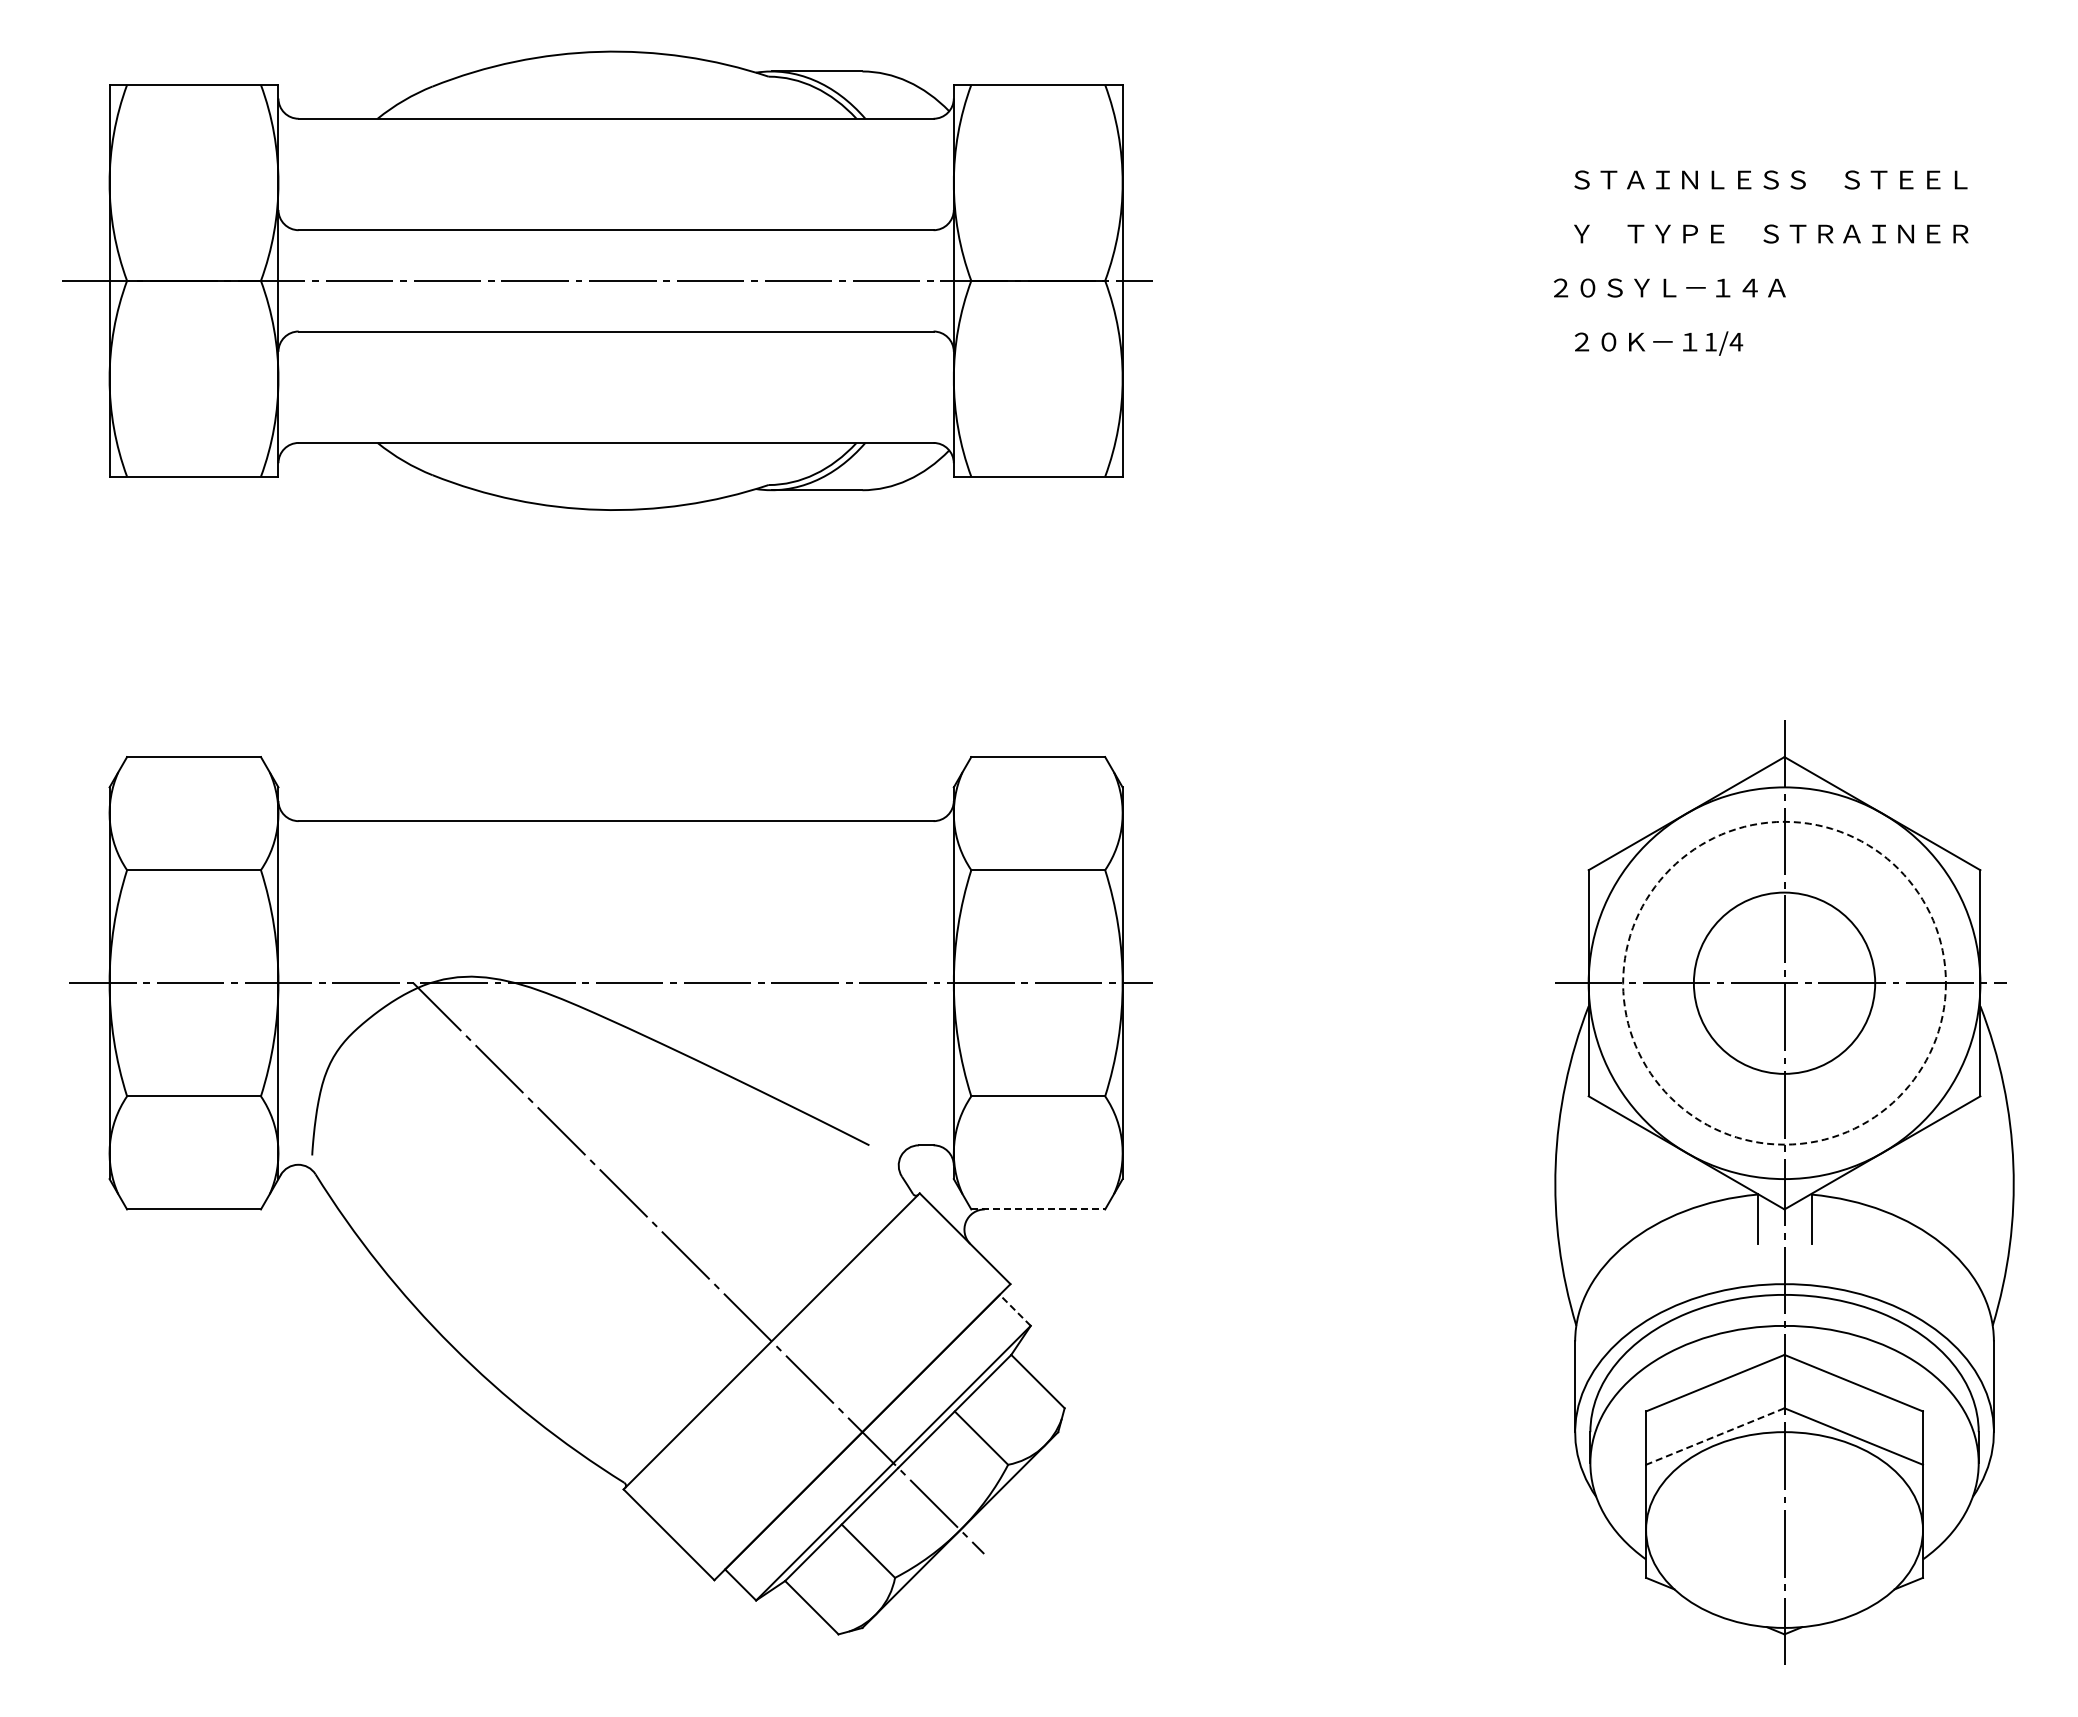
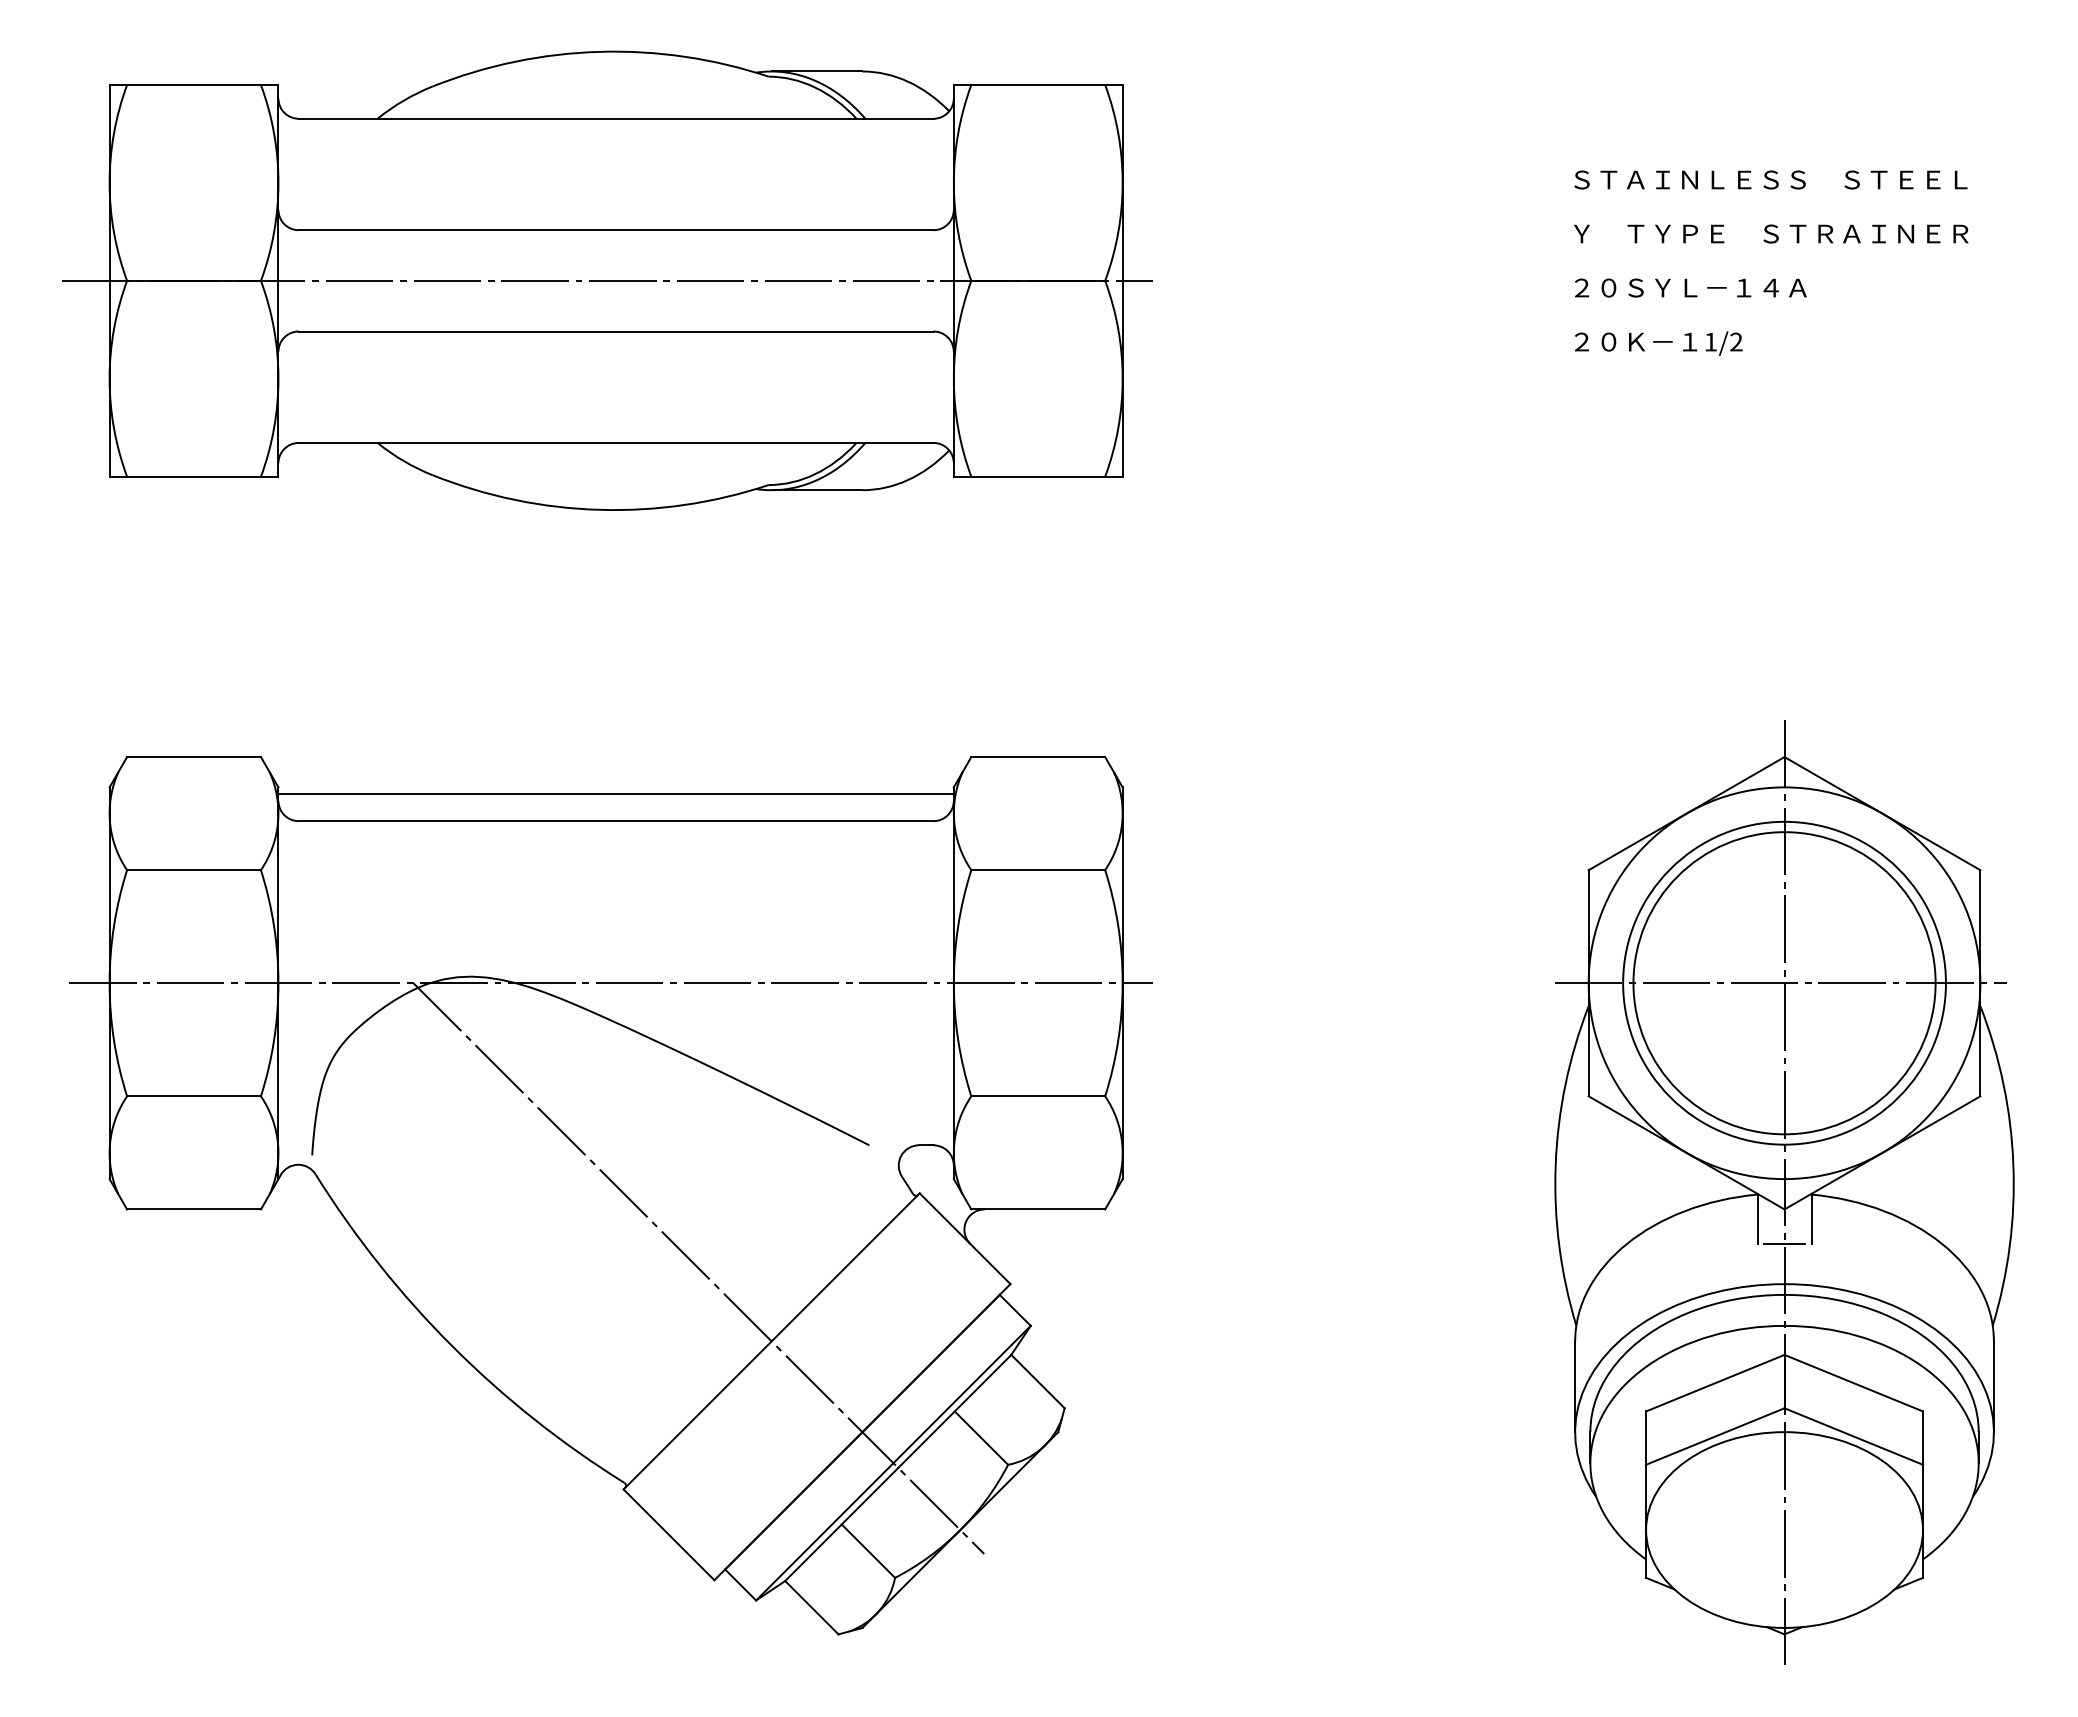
text at (1669, 287) position: (1669, 287) -> (1690, 287)
text at (1736, 341): 1/4 -> 1/2
line at (615, 794): none -> present
circle at (1784, 982) diameter: 181 px -> 302 px
circle at (1784, 982): dashed -> solid
line at (1038, 1209): dashed -> solid
line at (1784, 1244): none -> present
line at (1015, 1310): dashed -> solid
line at (1715, 1436): dashed -> solid
